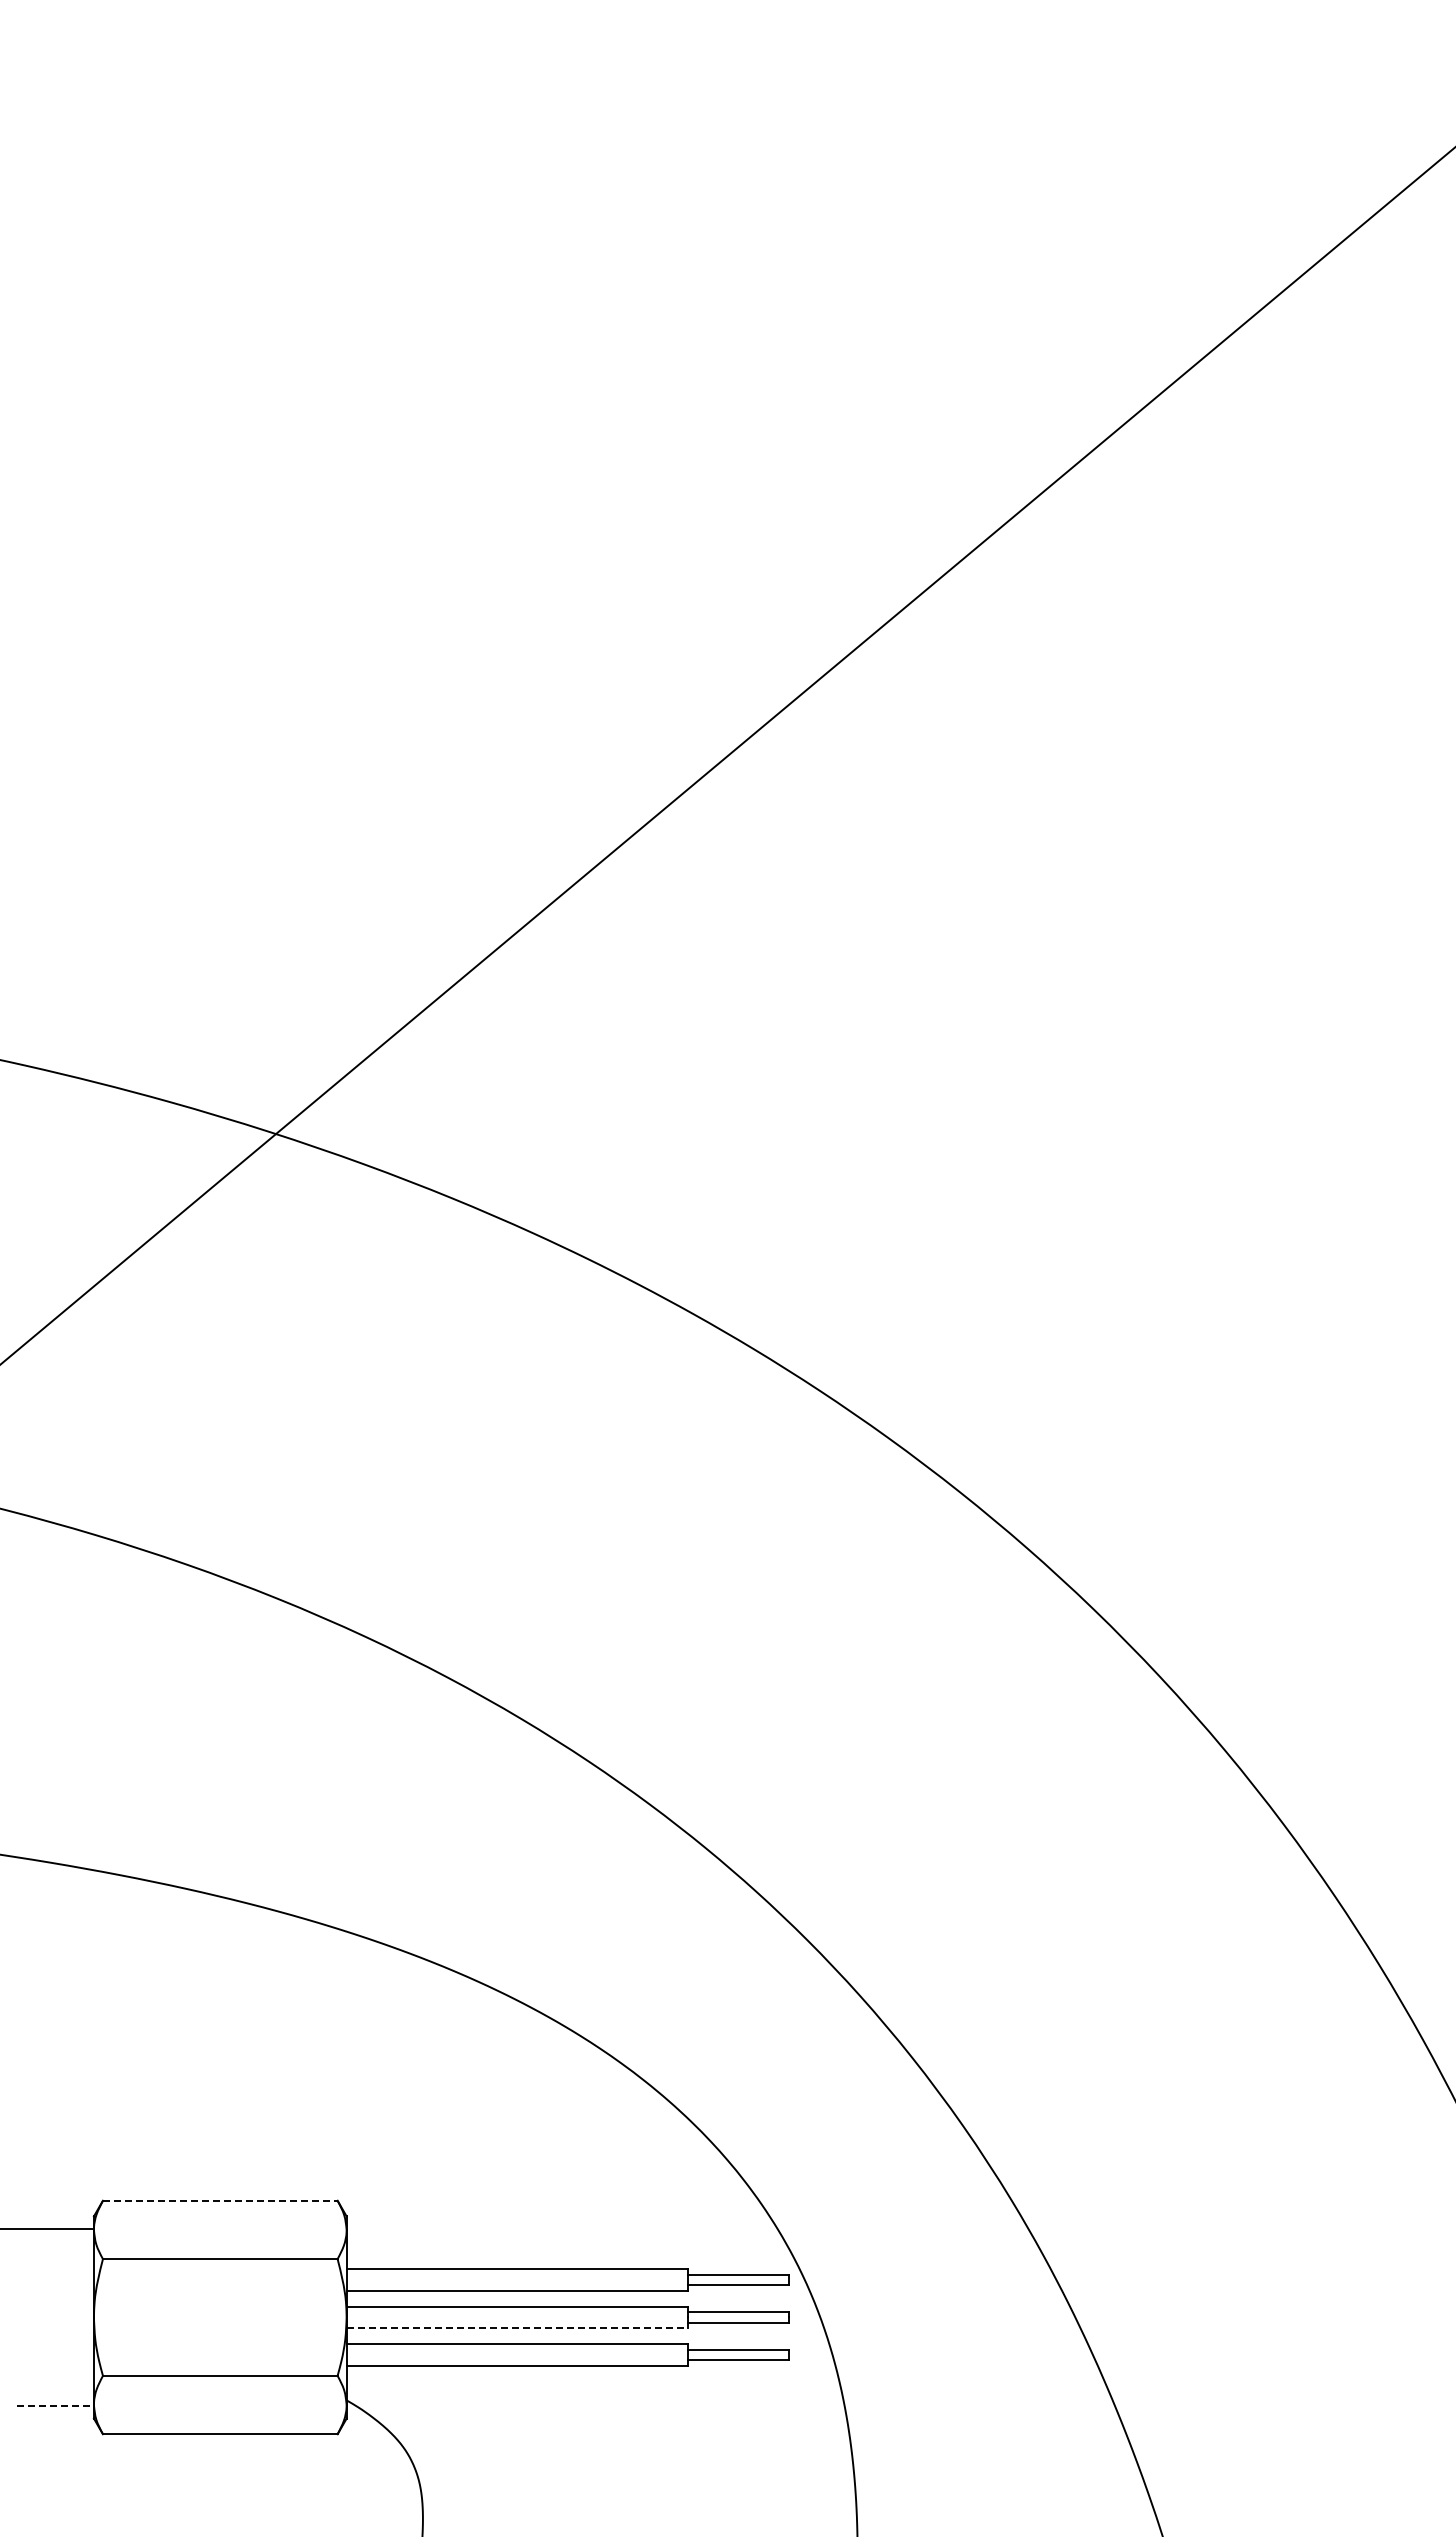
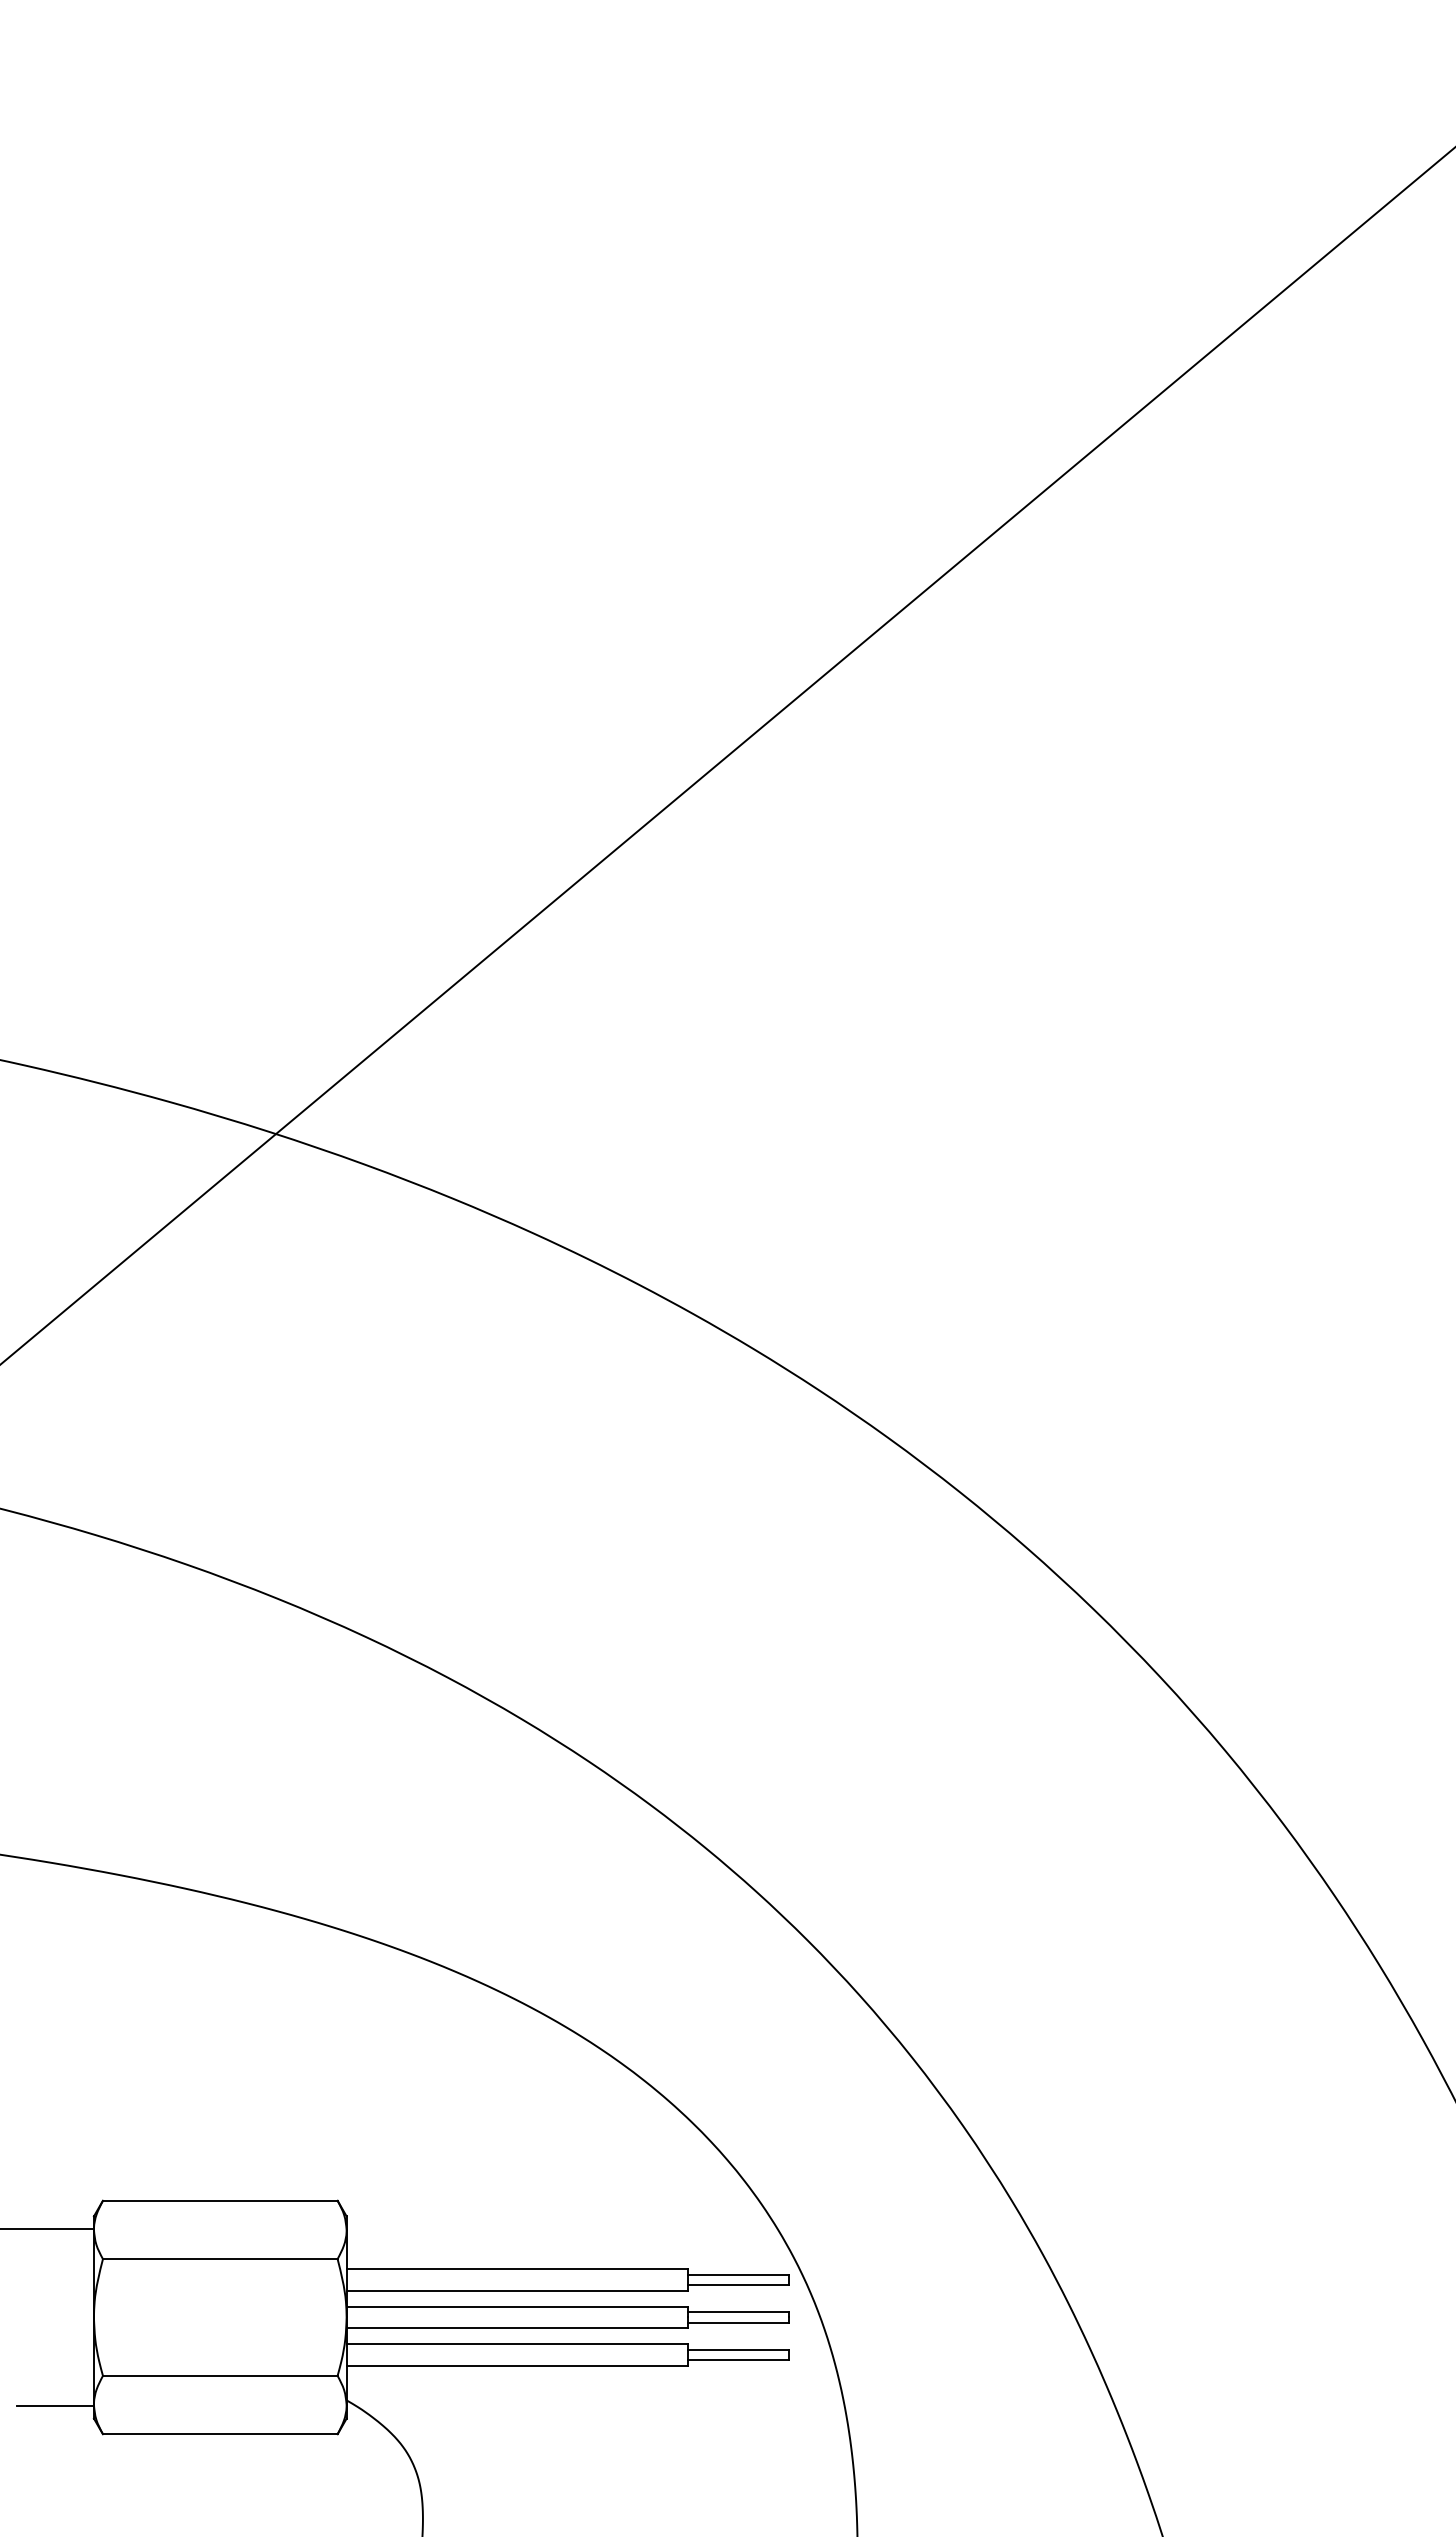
line at (220, 2200): dashed -> solid
line at (517, 2328): dashed -> solid
line at (56, 2406): dashed -> solid
